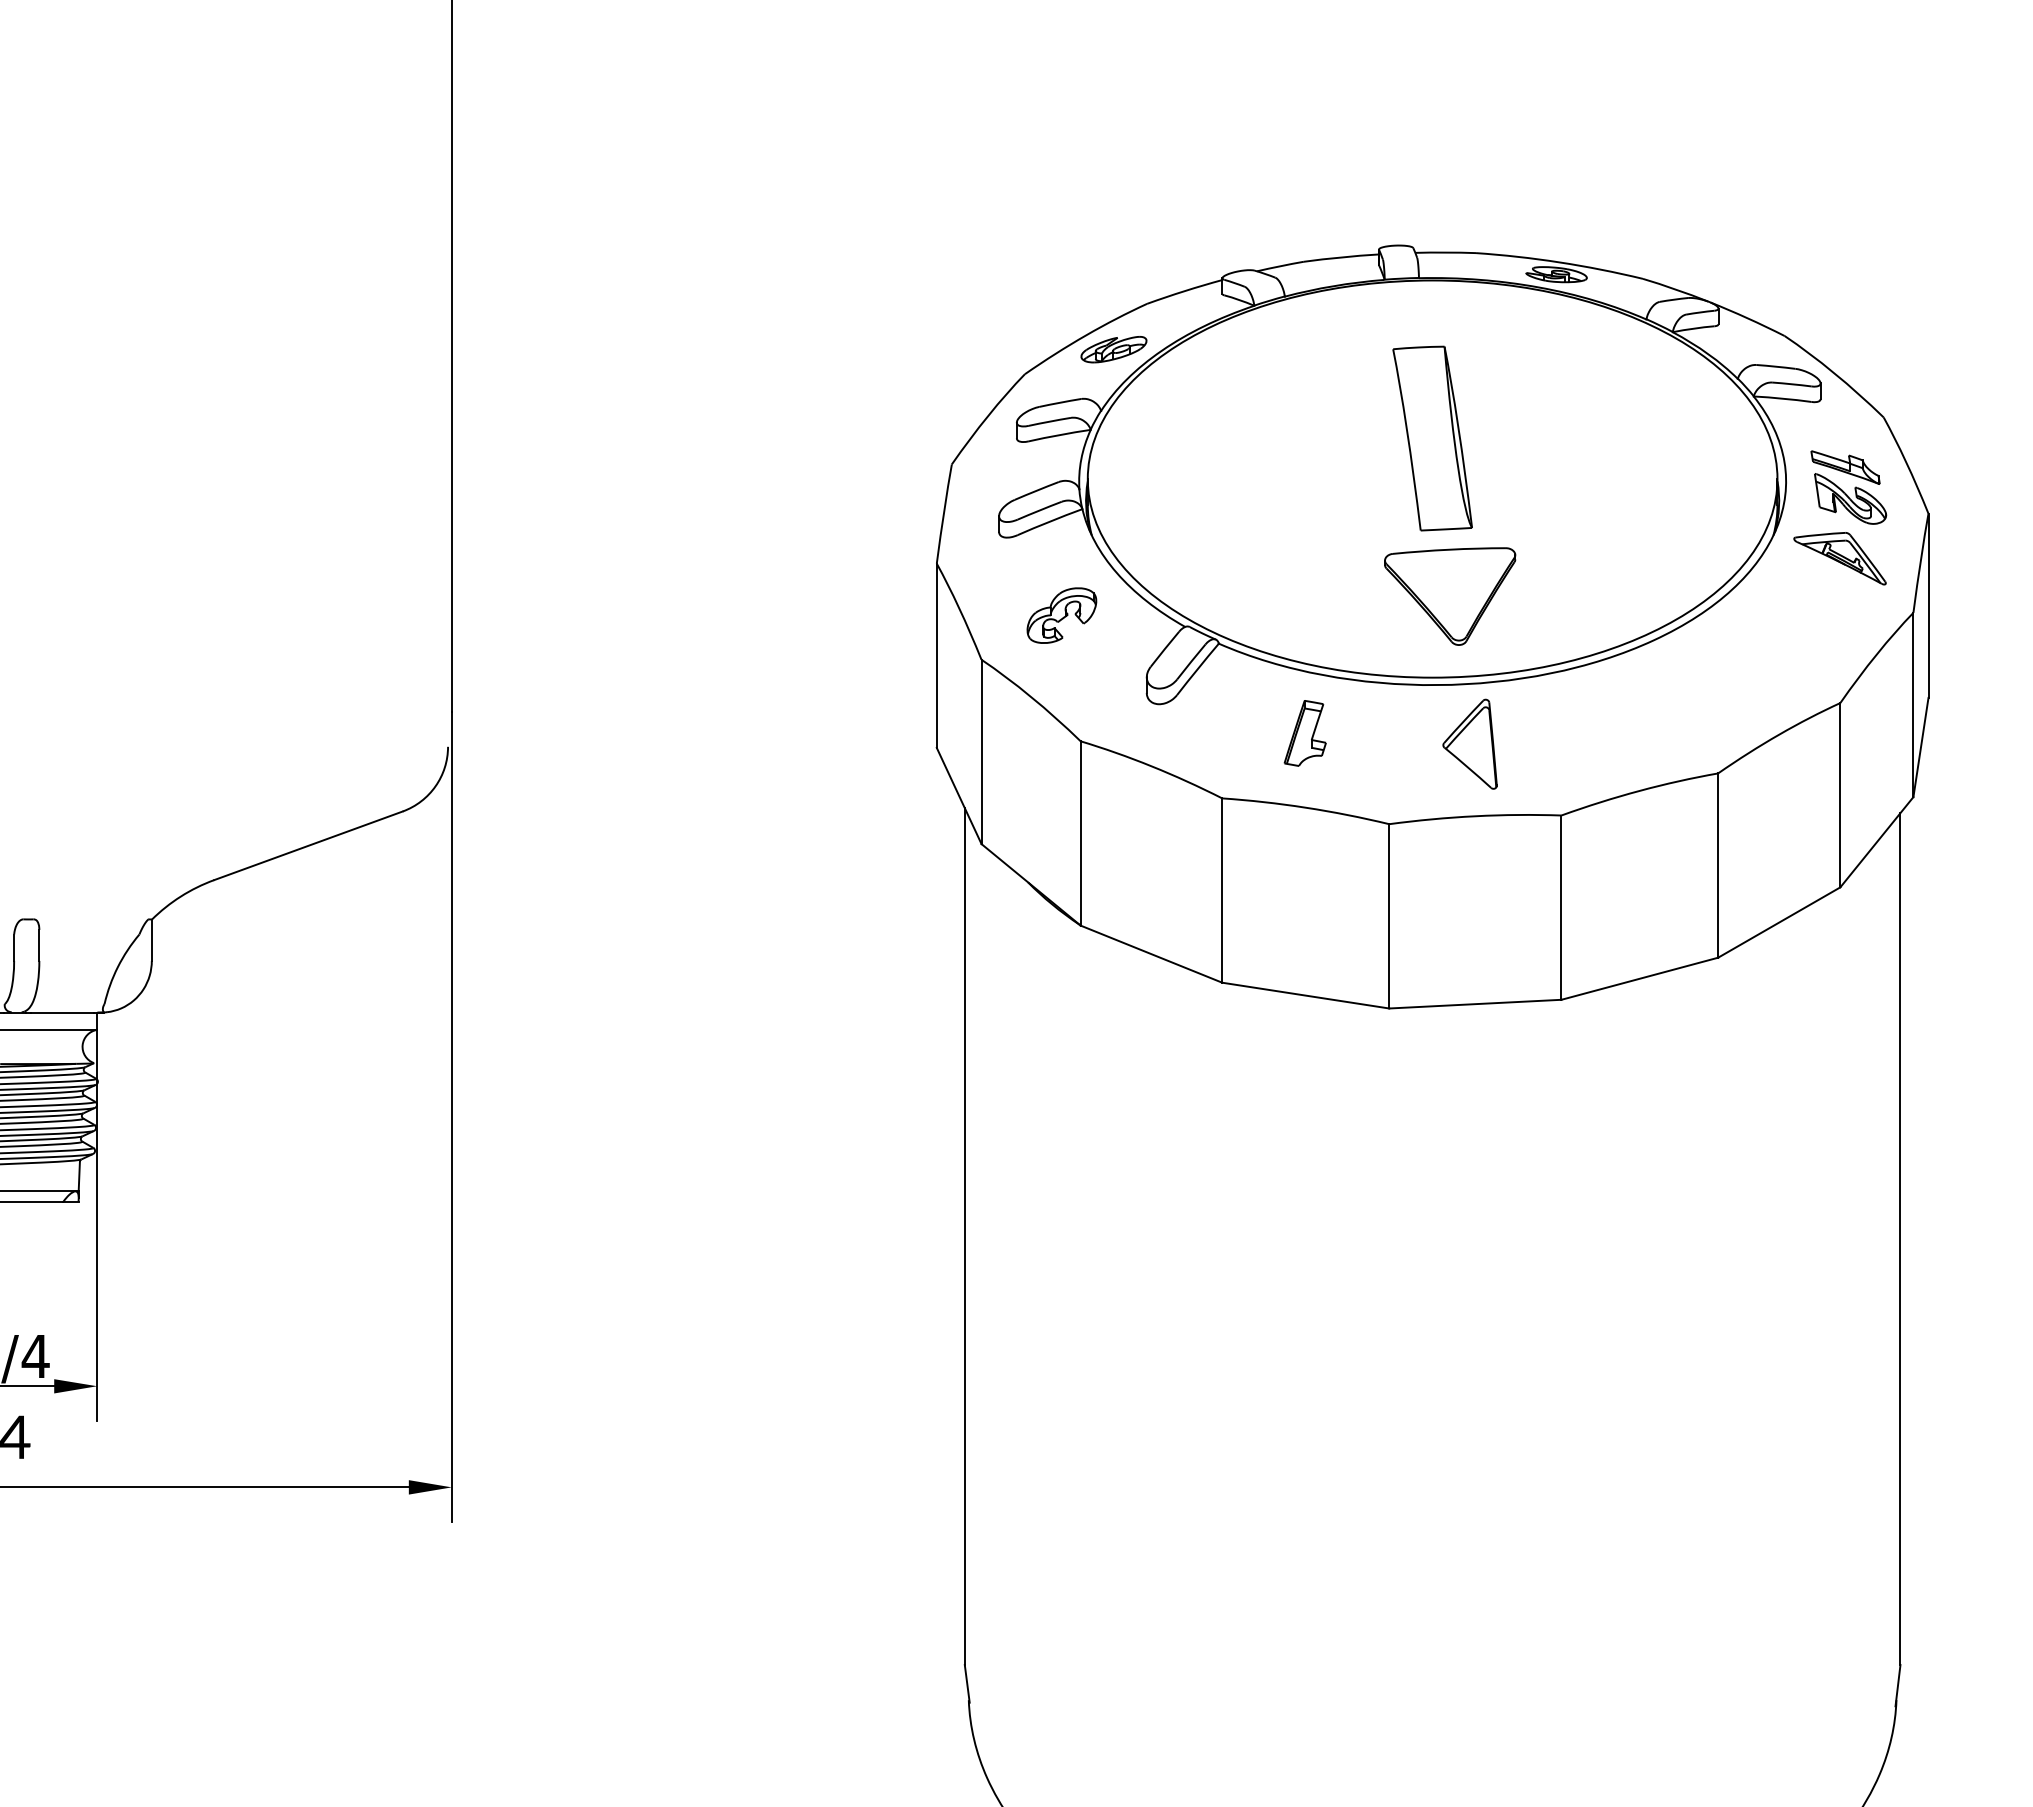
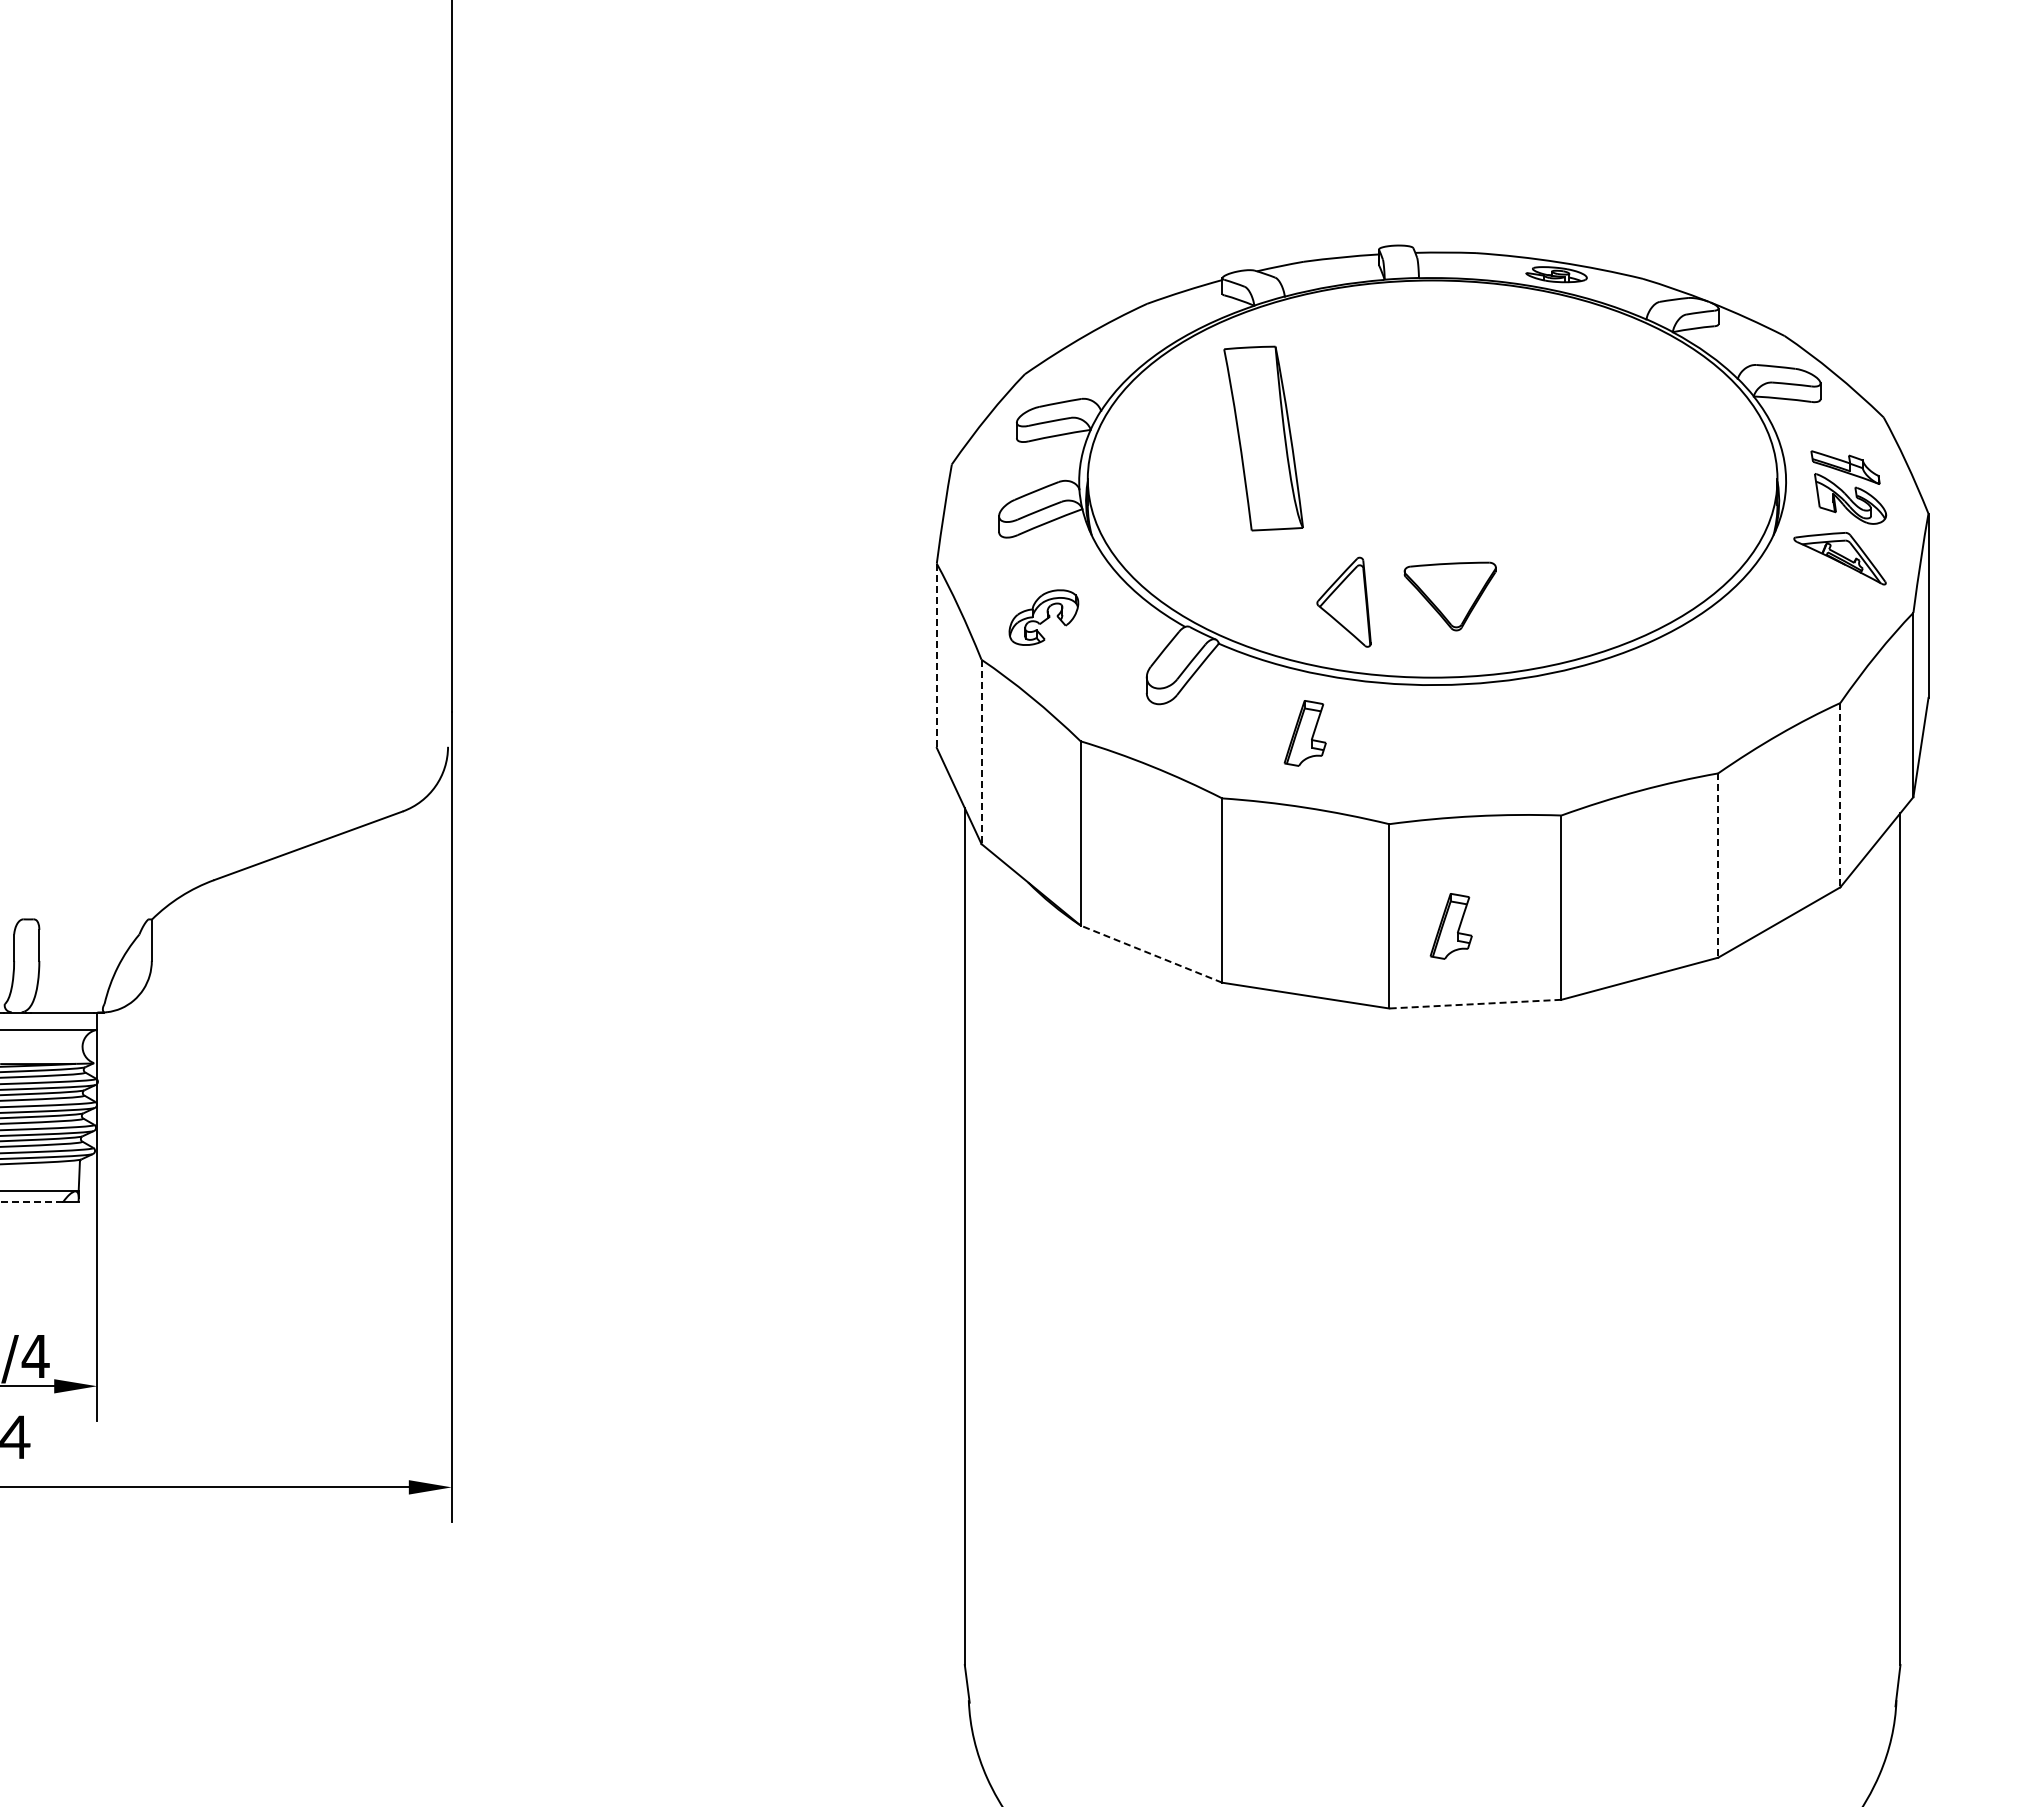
part at (1113, 349): present -> none
part at (1432, 438) position: (1432, 438) -> (1263, 438)
part at (1450, 596) size: 133x99 px -> 94x71 px
part at (1061, 615) position: (1061, 615) -> (1043, 617)
line at (936, 656): solid -> dashed
part at (1469, 743) position: (1469, 743) -> (1343, 601)
line at (981, 752): solid -> dashed
line at (1840, 795): solid -> dashed
line at (1718, 866): solid -> dashed
part at (1450, 926): none -> present
line at (1151, 953): solid -> dashed
line at (1474, 1004): solid -> dashed
line at (31, 1201): solid -> dashed
